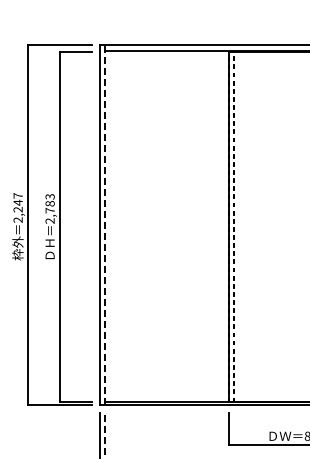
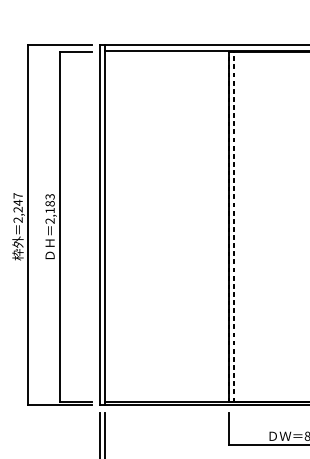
text at (49, 210): 2,783 -> 2,183
line at (104, 225): dashed -> solid
line at (104, 435): dashed -> solid
